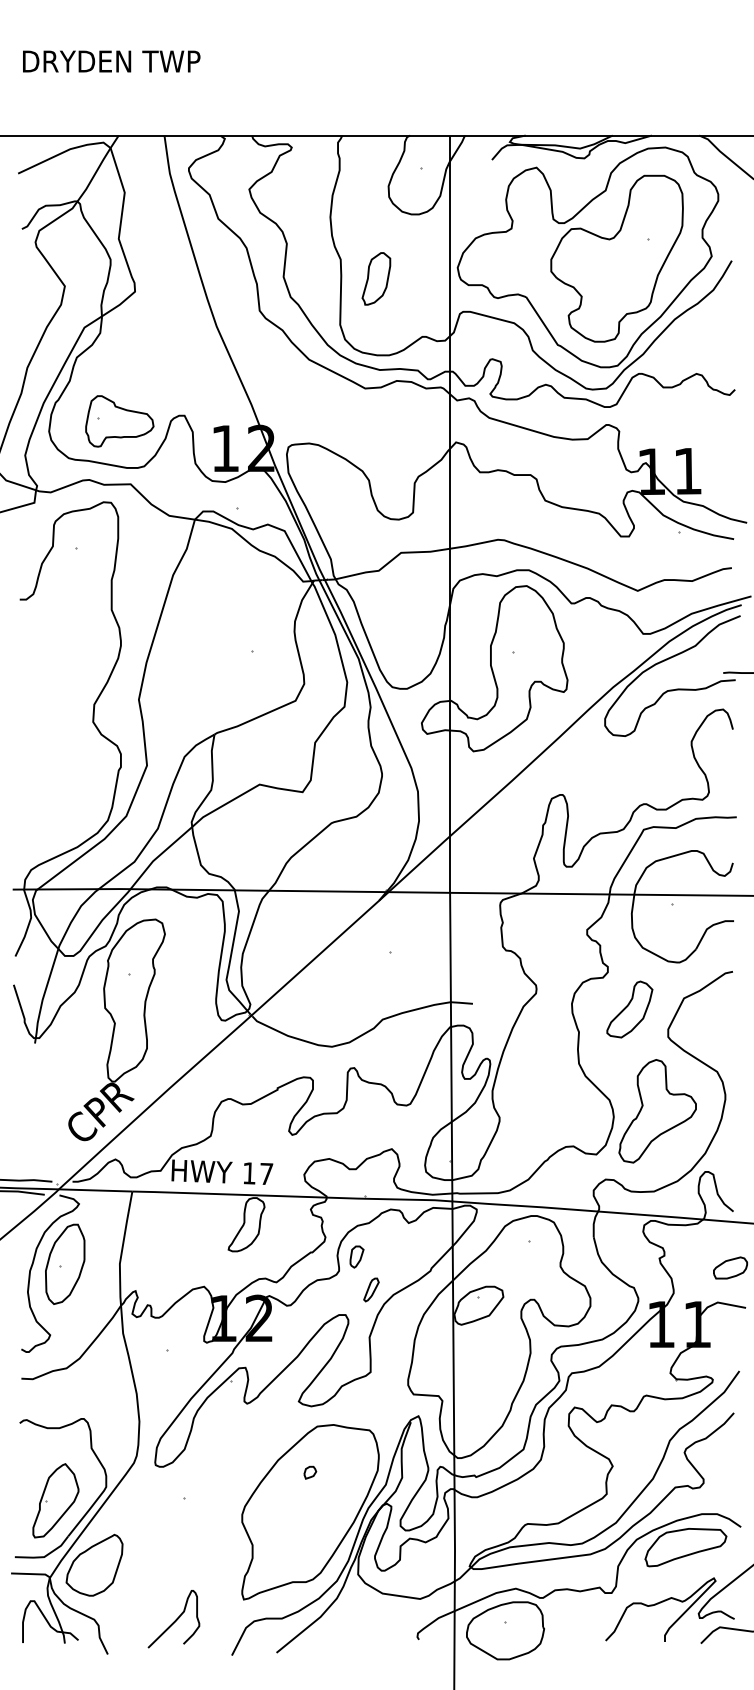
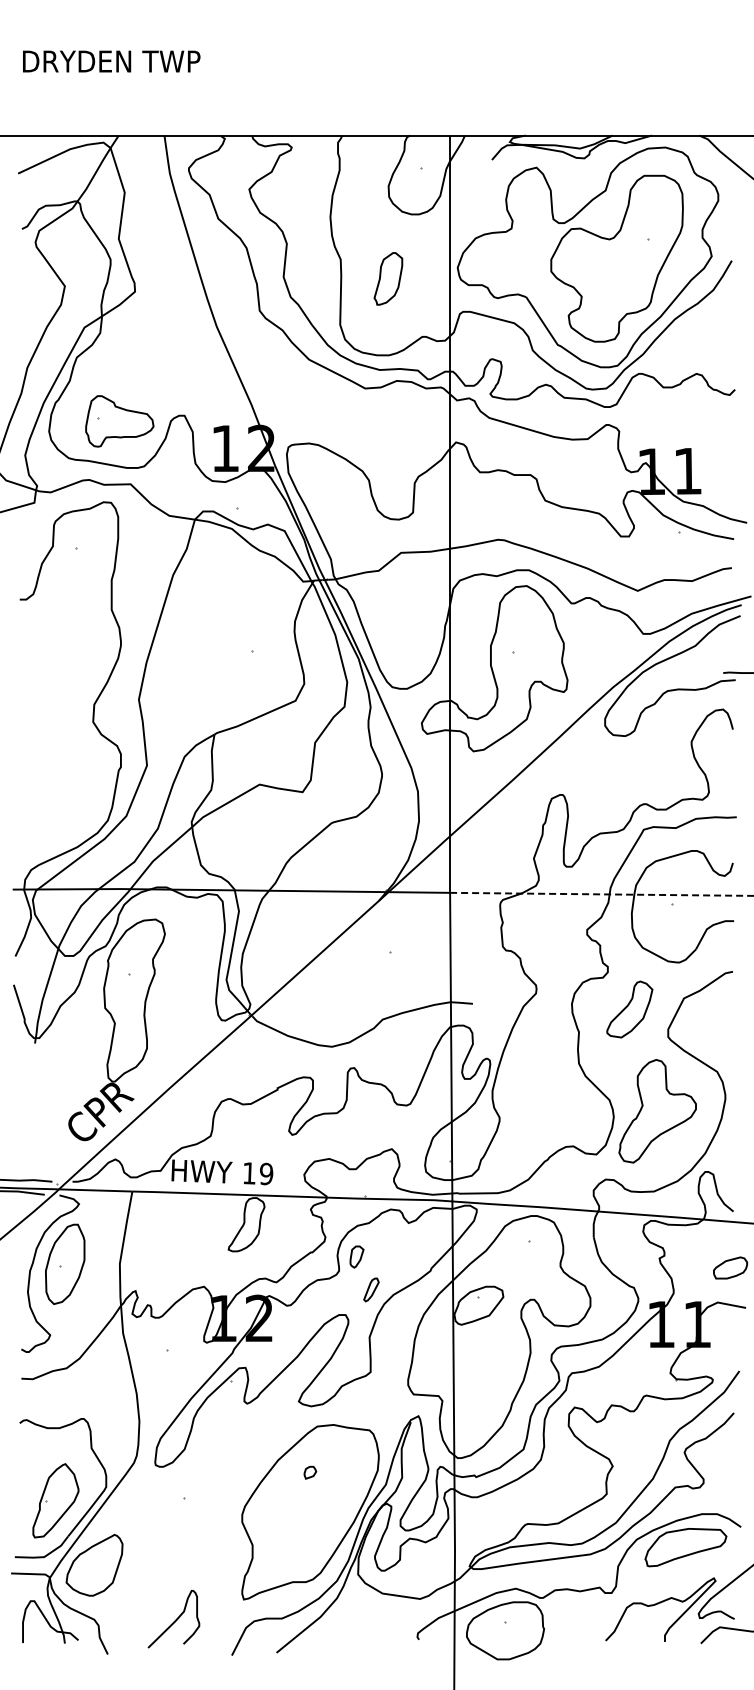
part at (376, 278) position: (376, 278) -> (388, 278)
line at (601, 894): solid -> dashed
text at (266, 1173): 17 -> 19
